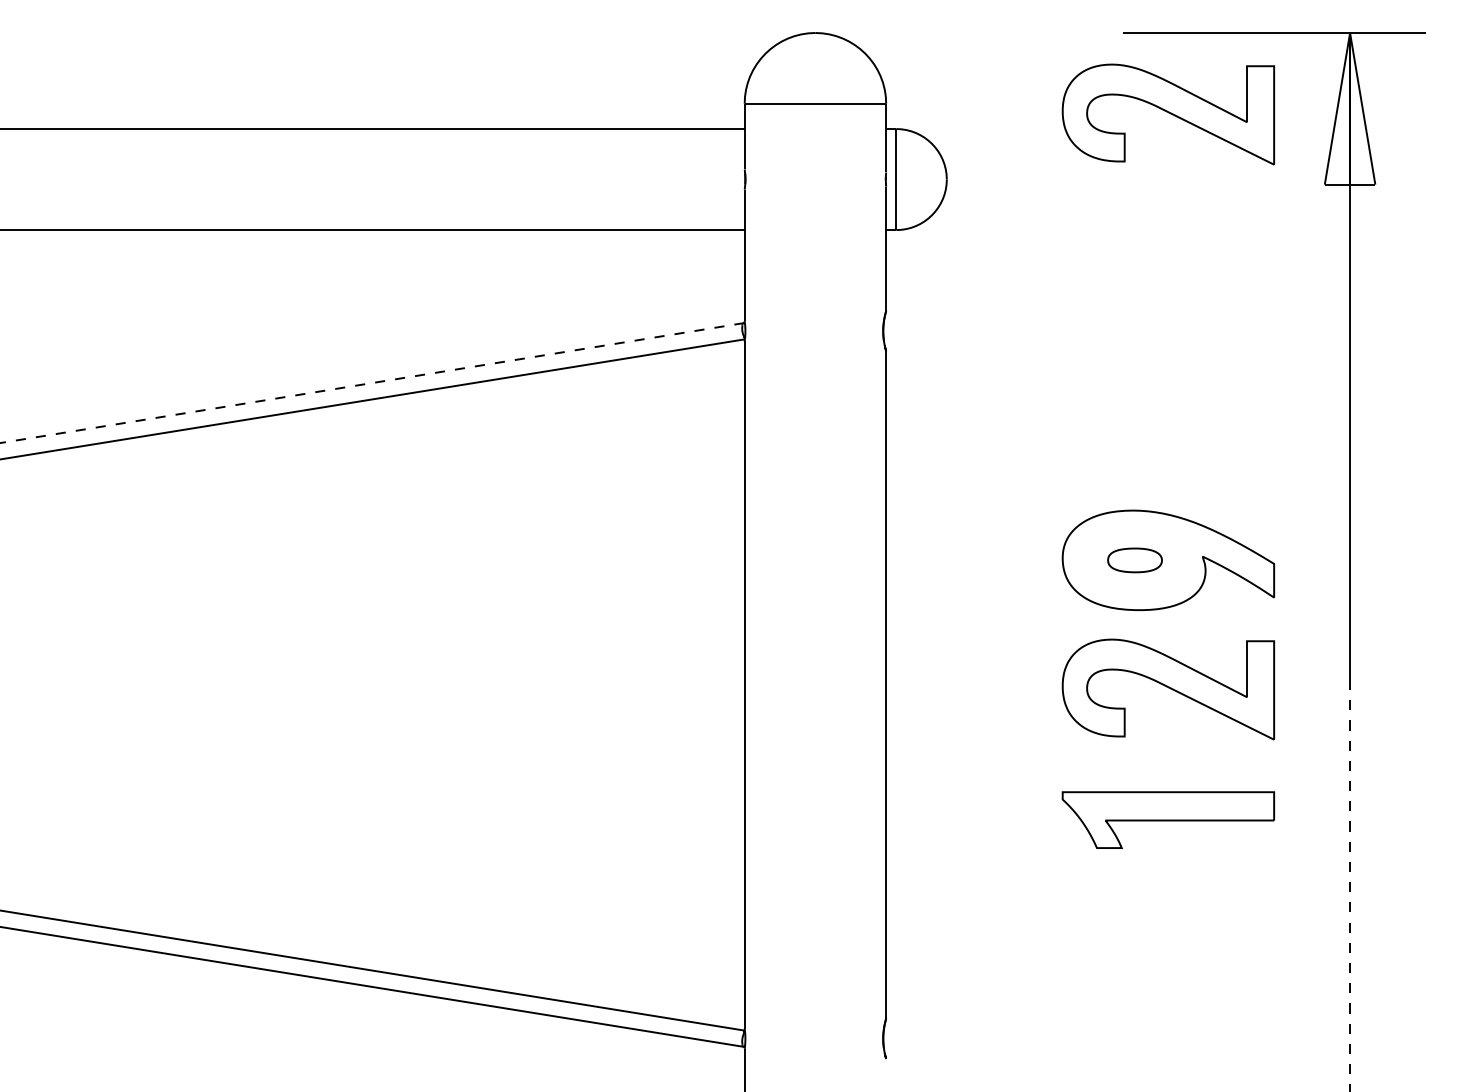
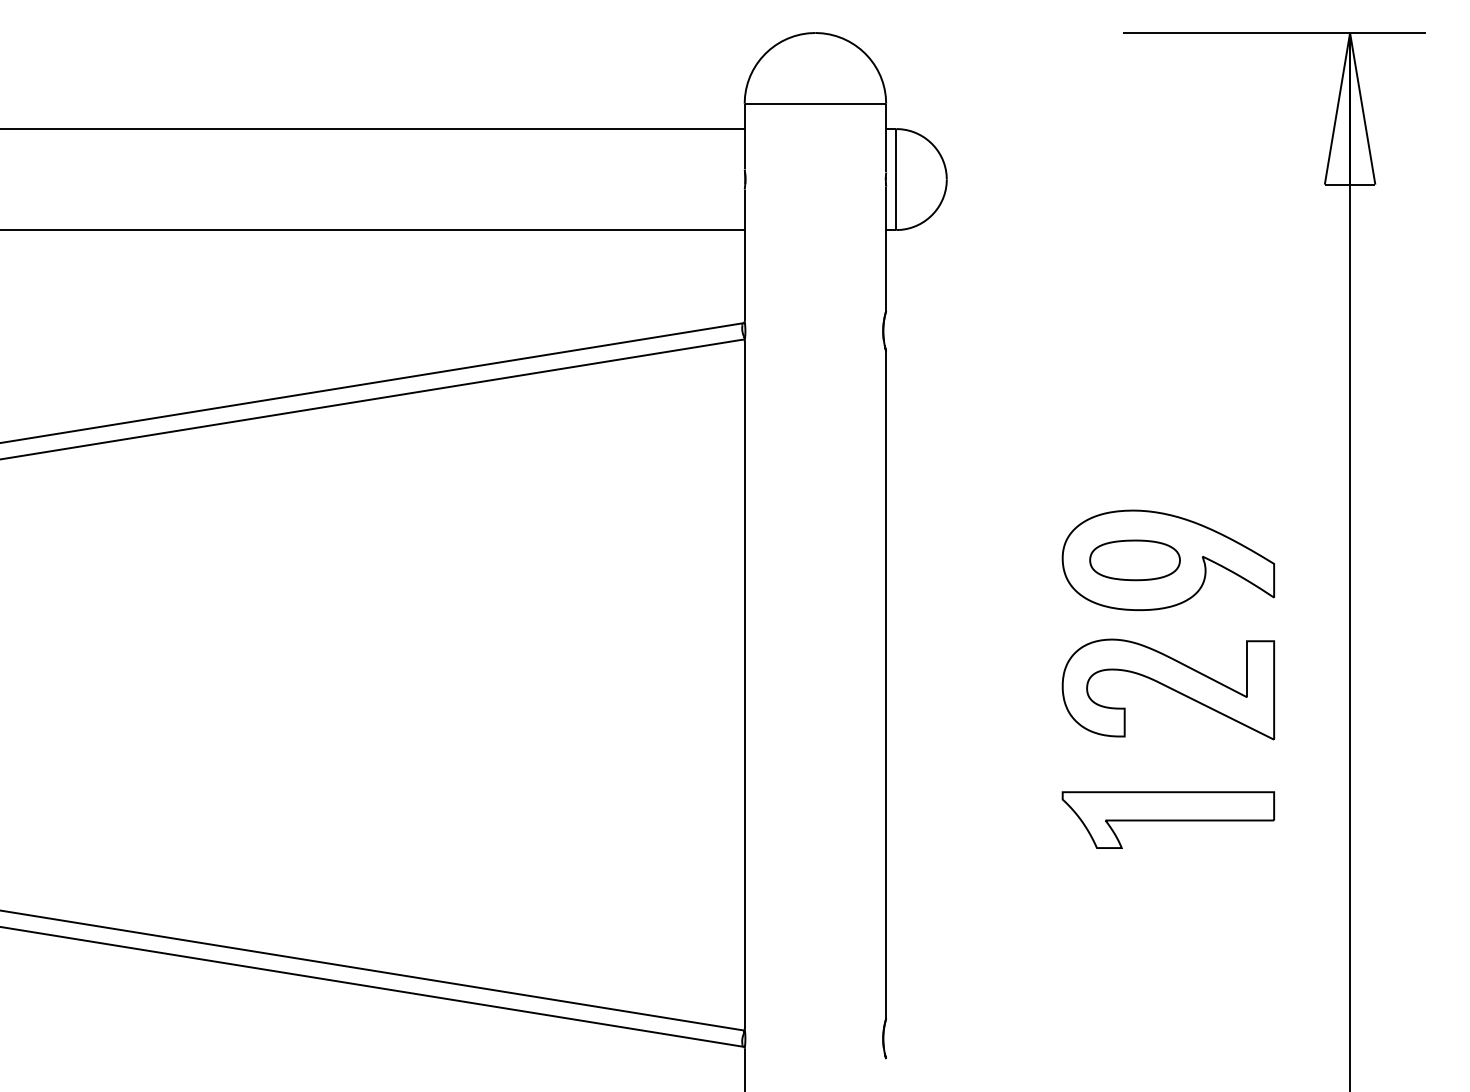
part at (1167, 114): present -> none
line at (372, 383): dashed -> solid
part at (1134, 560) size: 56x27 px -> 92x43 px
line at (1350, 887): dashed -> solid
